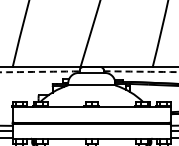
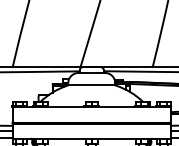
arc at (40, 71): dashed -> solid
arc at (141, 71): dashed -> solid
